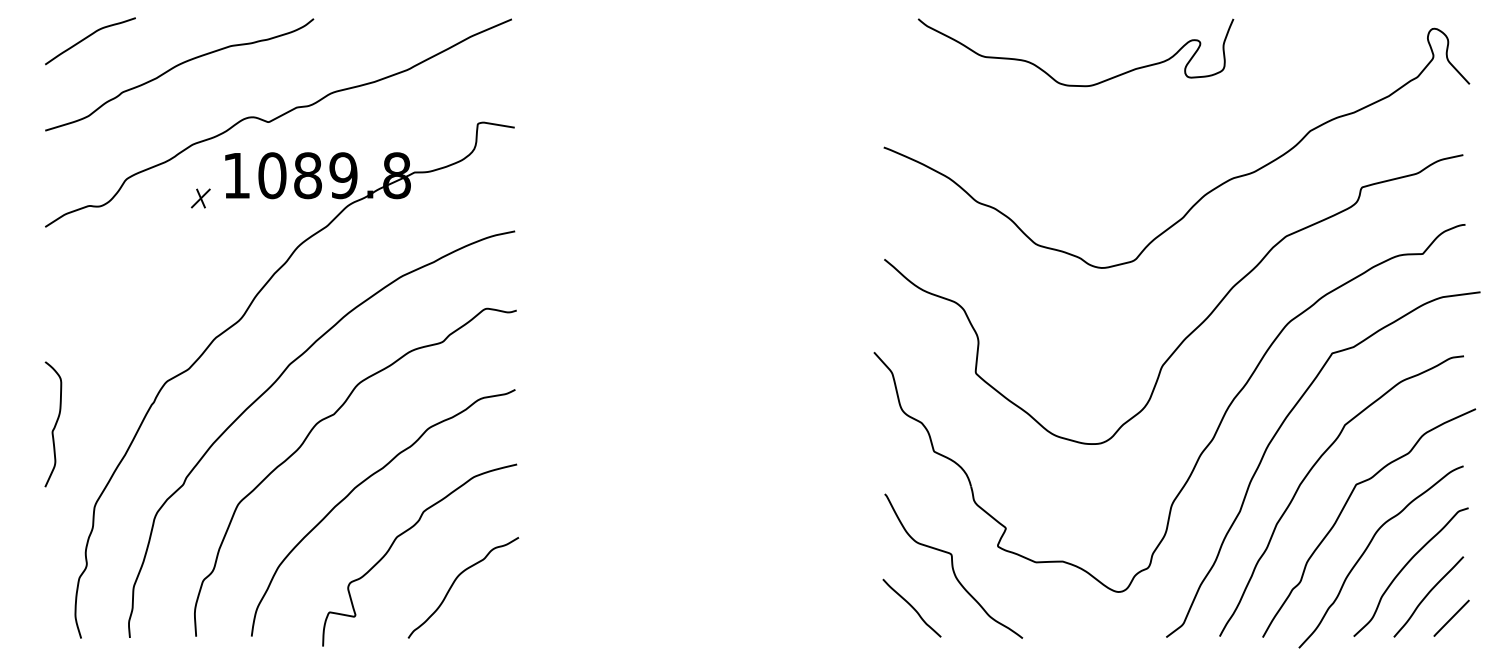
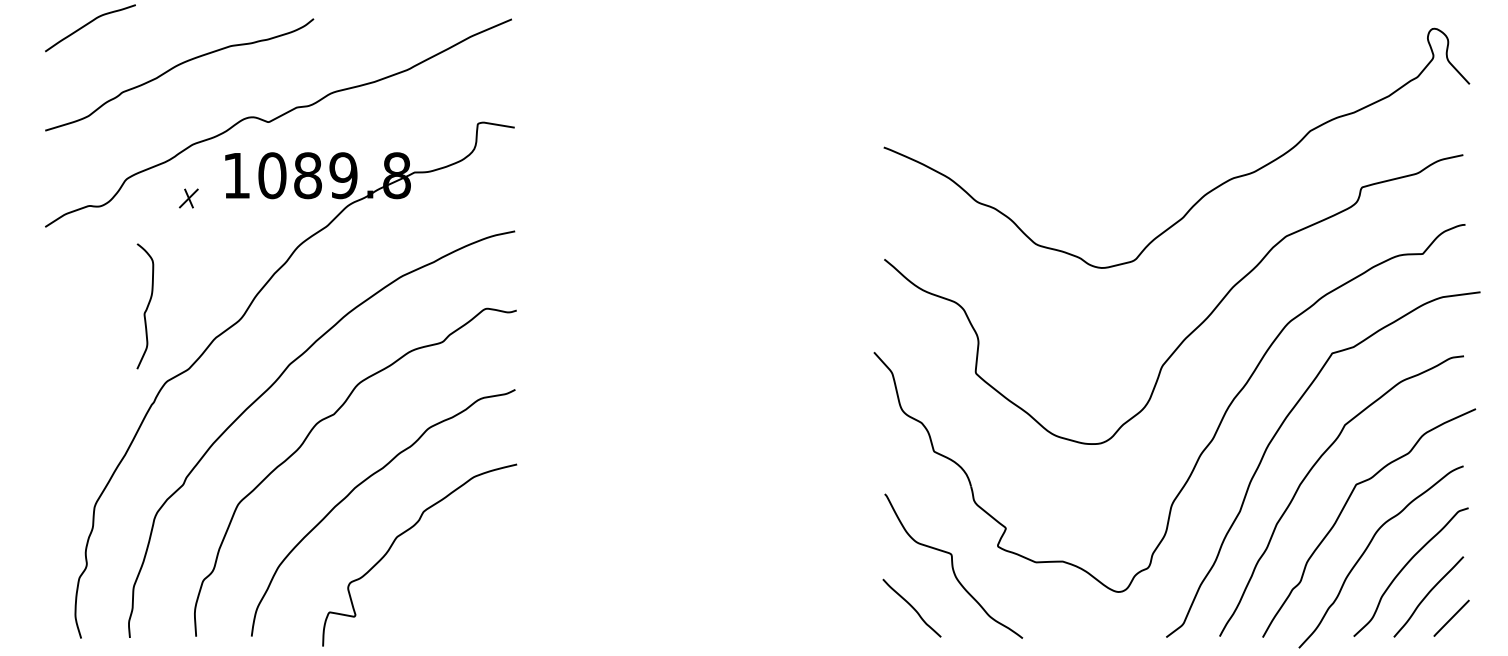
curve at (87, 38) position: (87, 38) -> (87, 25)
curve at (1072, 84): present -> none
part at (200, 198) position: (200, 198) -> (188, 198)
curve at (54, 424) position: (54, 424) -> (146, 306)
curve at (454, 583): present -> none
